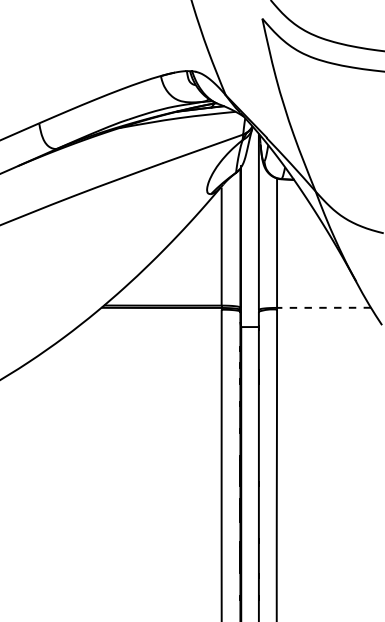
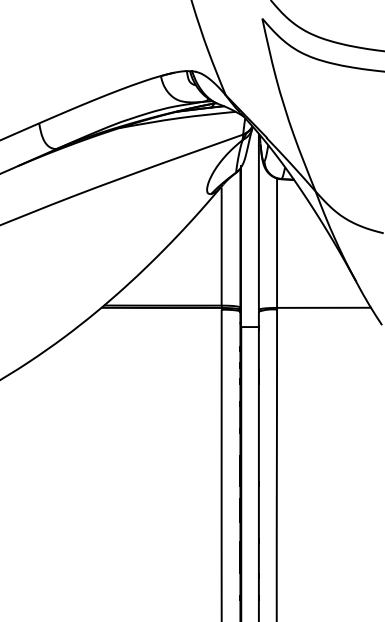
line at (324, 307): dashed -> solid
